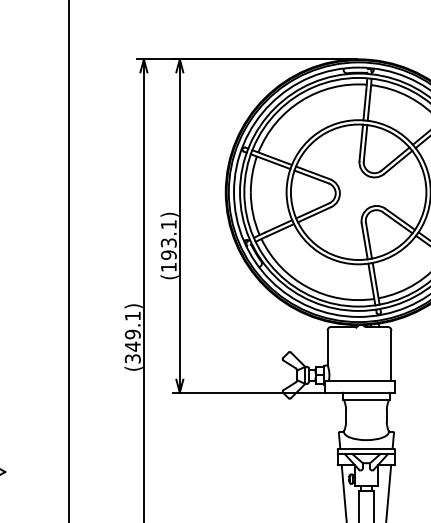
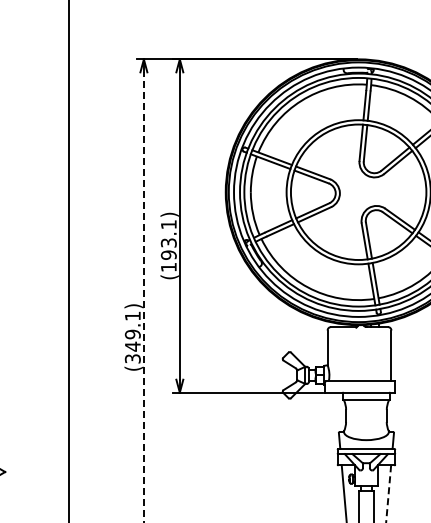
line at (143, 297): solid -> dashed
line at (388, 494): solid -> dashed
